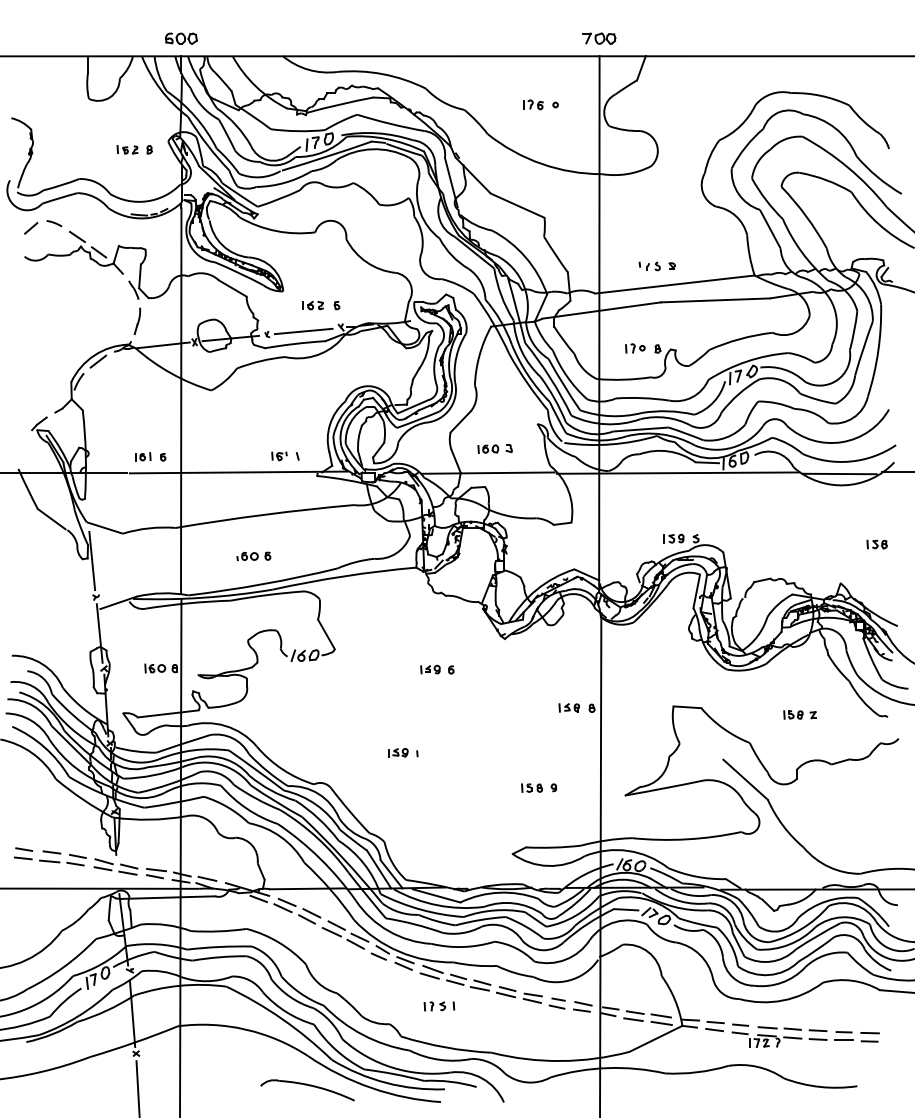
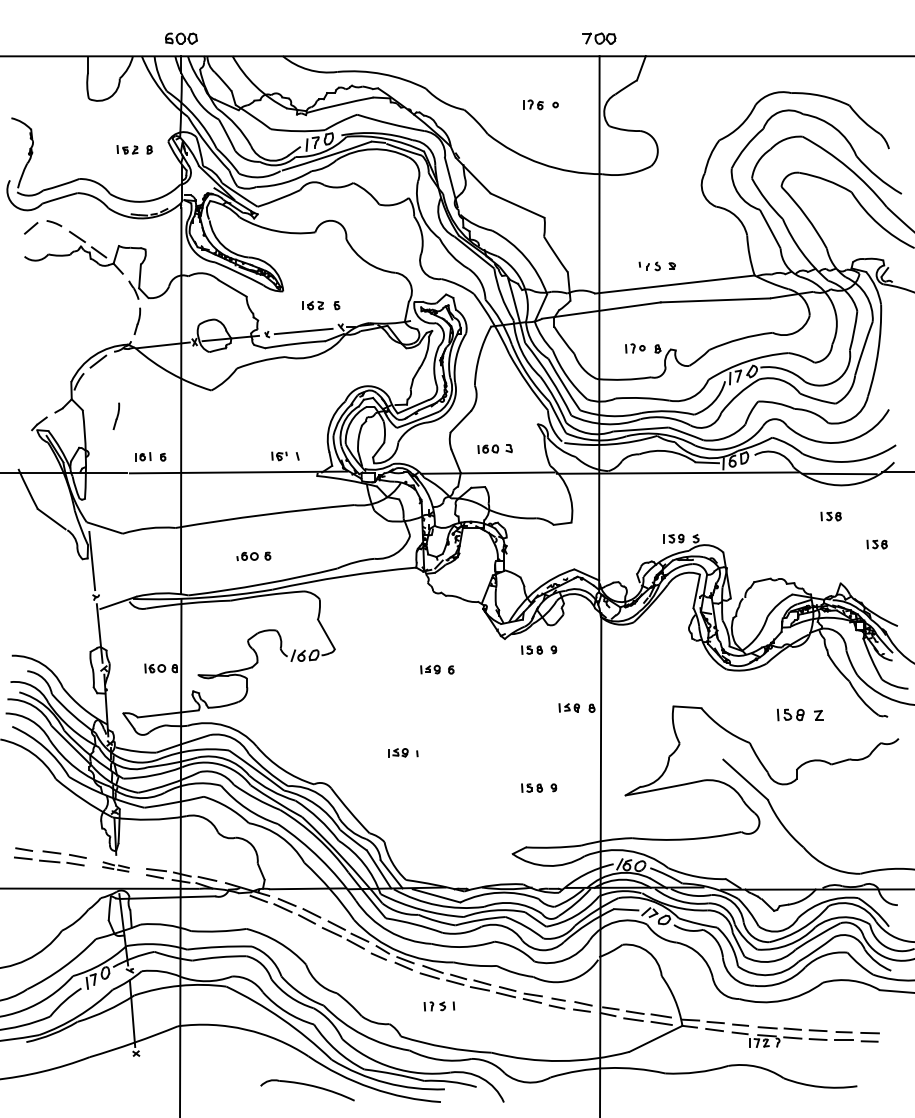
part at (116, 415): none -> present
part at (830, 516): none -> present
part at (539, 649): none -> present
part at (799, 714) size: 34x10 px -> 47x14 px
part at (115, 866) size: 46x18 px -> 28x12 px
line at (137, 1087): present -> none
